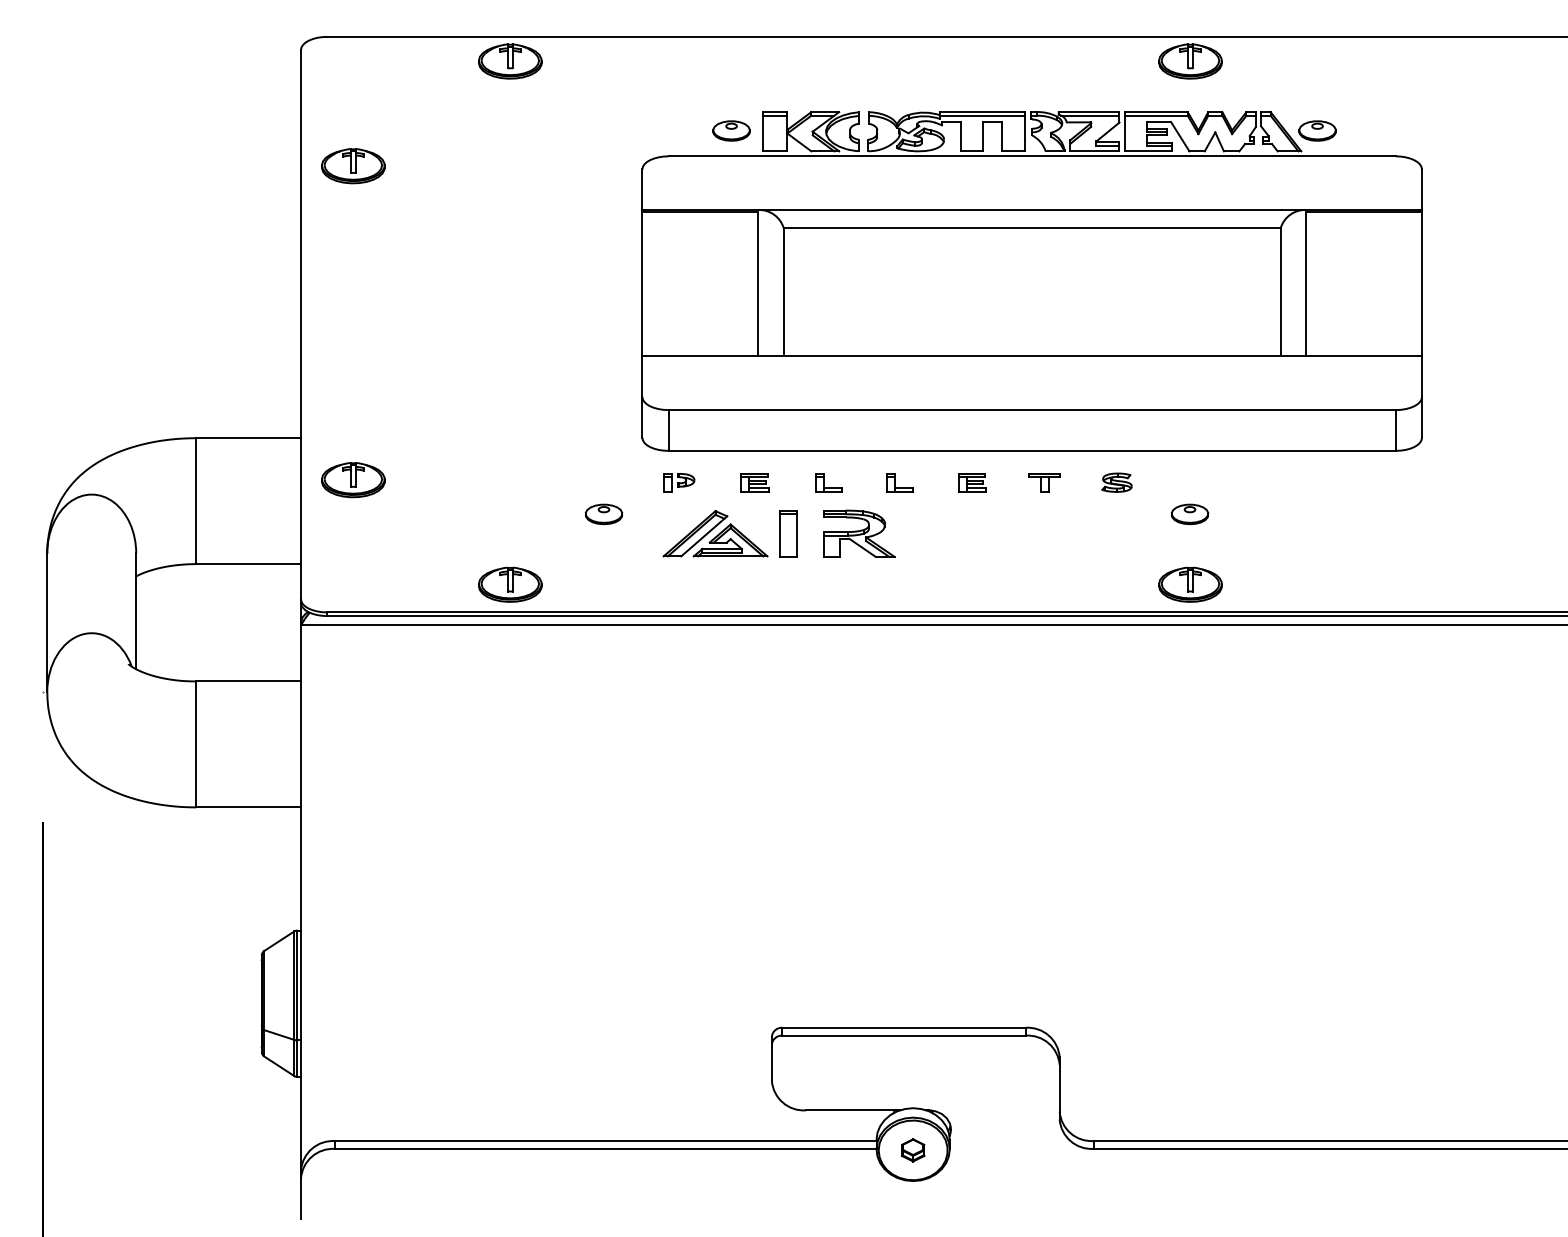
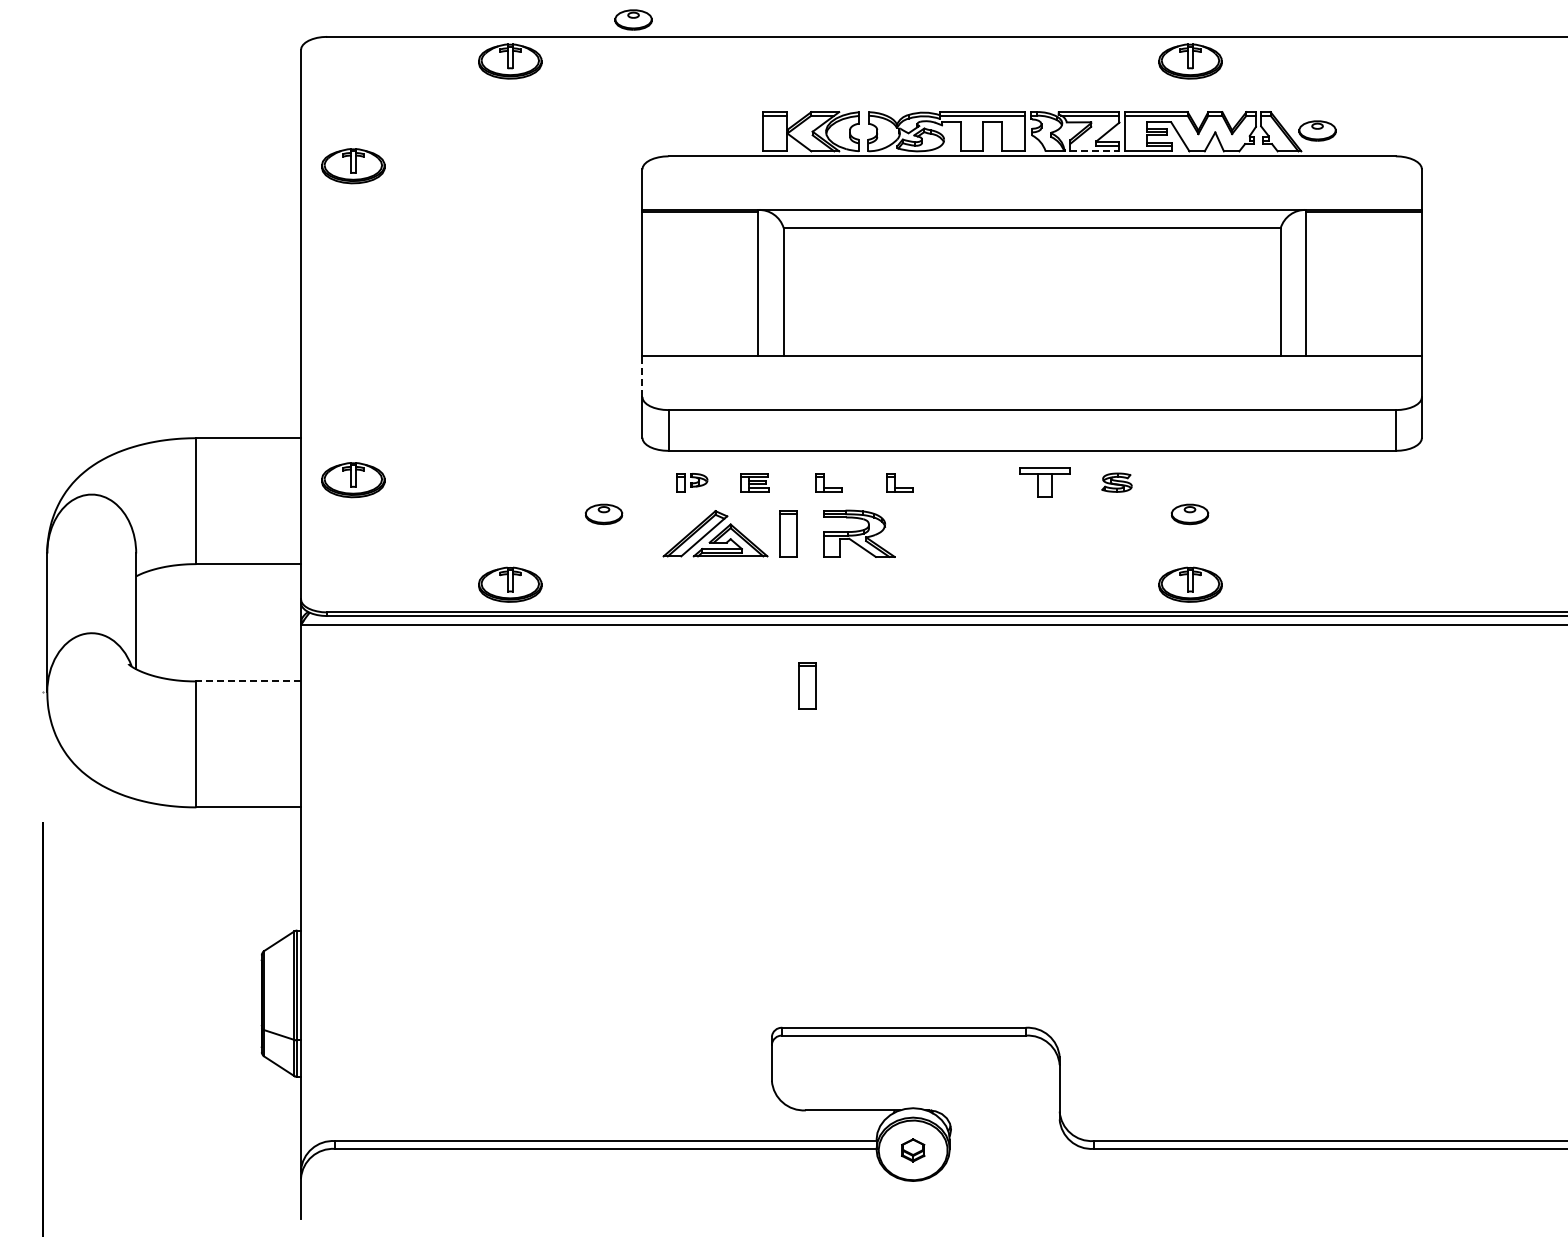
part at (731, 130) position: (731, 130) -> (633, 19)
line at (1094, 151): solid -> dashed
line at (642, 376): solid -> dashed
part at (679, 482) position: (679, 482) -> (692, 482)
part at (972, 482): present -> none
part at (1044, 482) size: 33x20 px -> 52x31 px
line at (248, 681): solid -> dashed
part at (807, 685): none -> present
